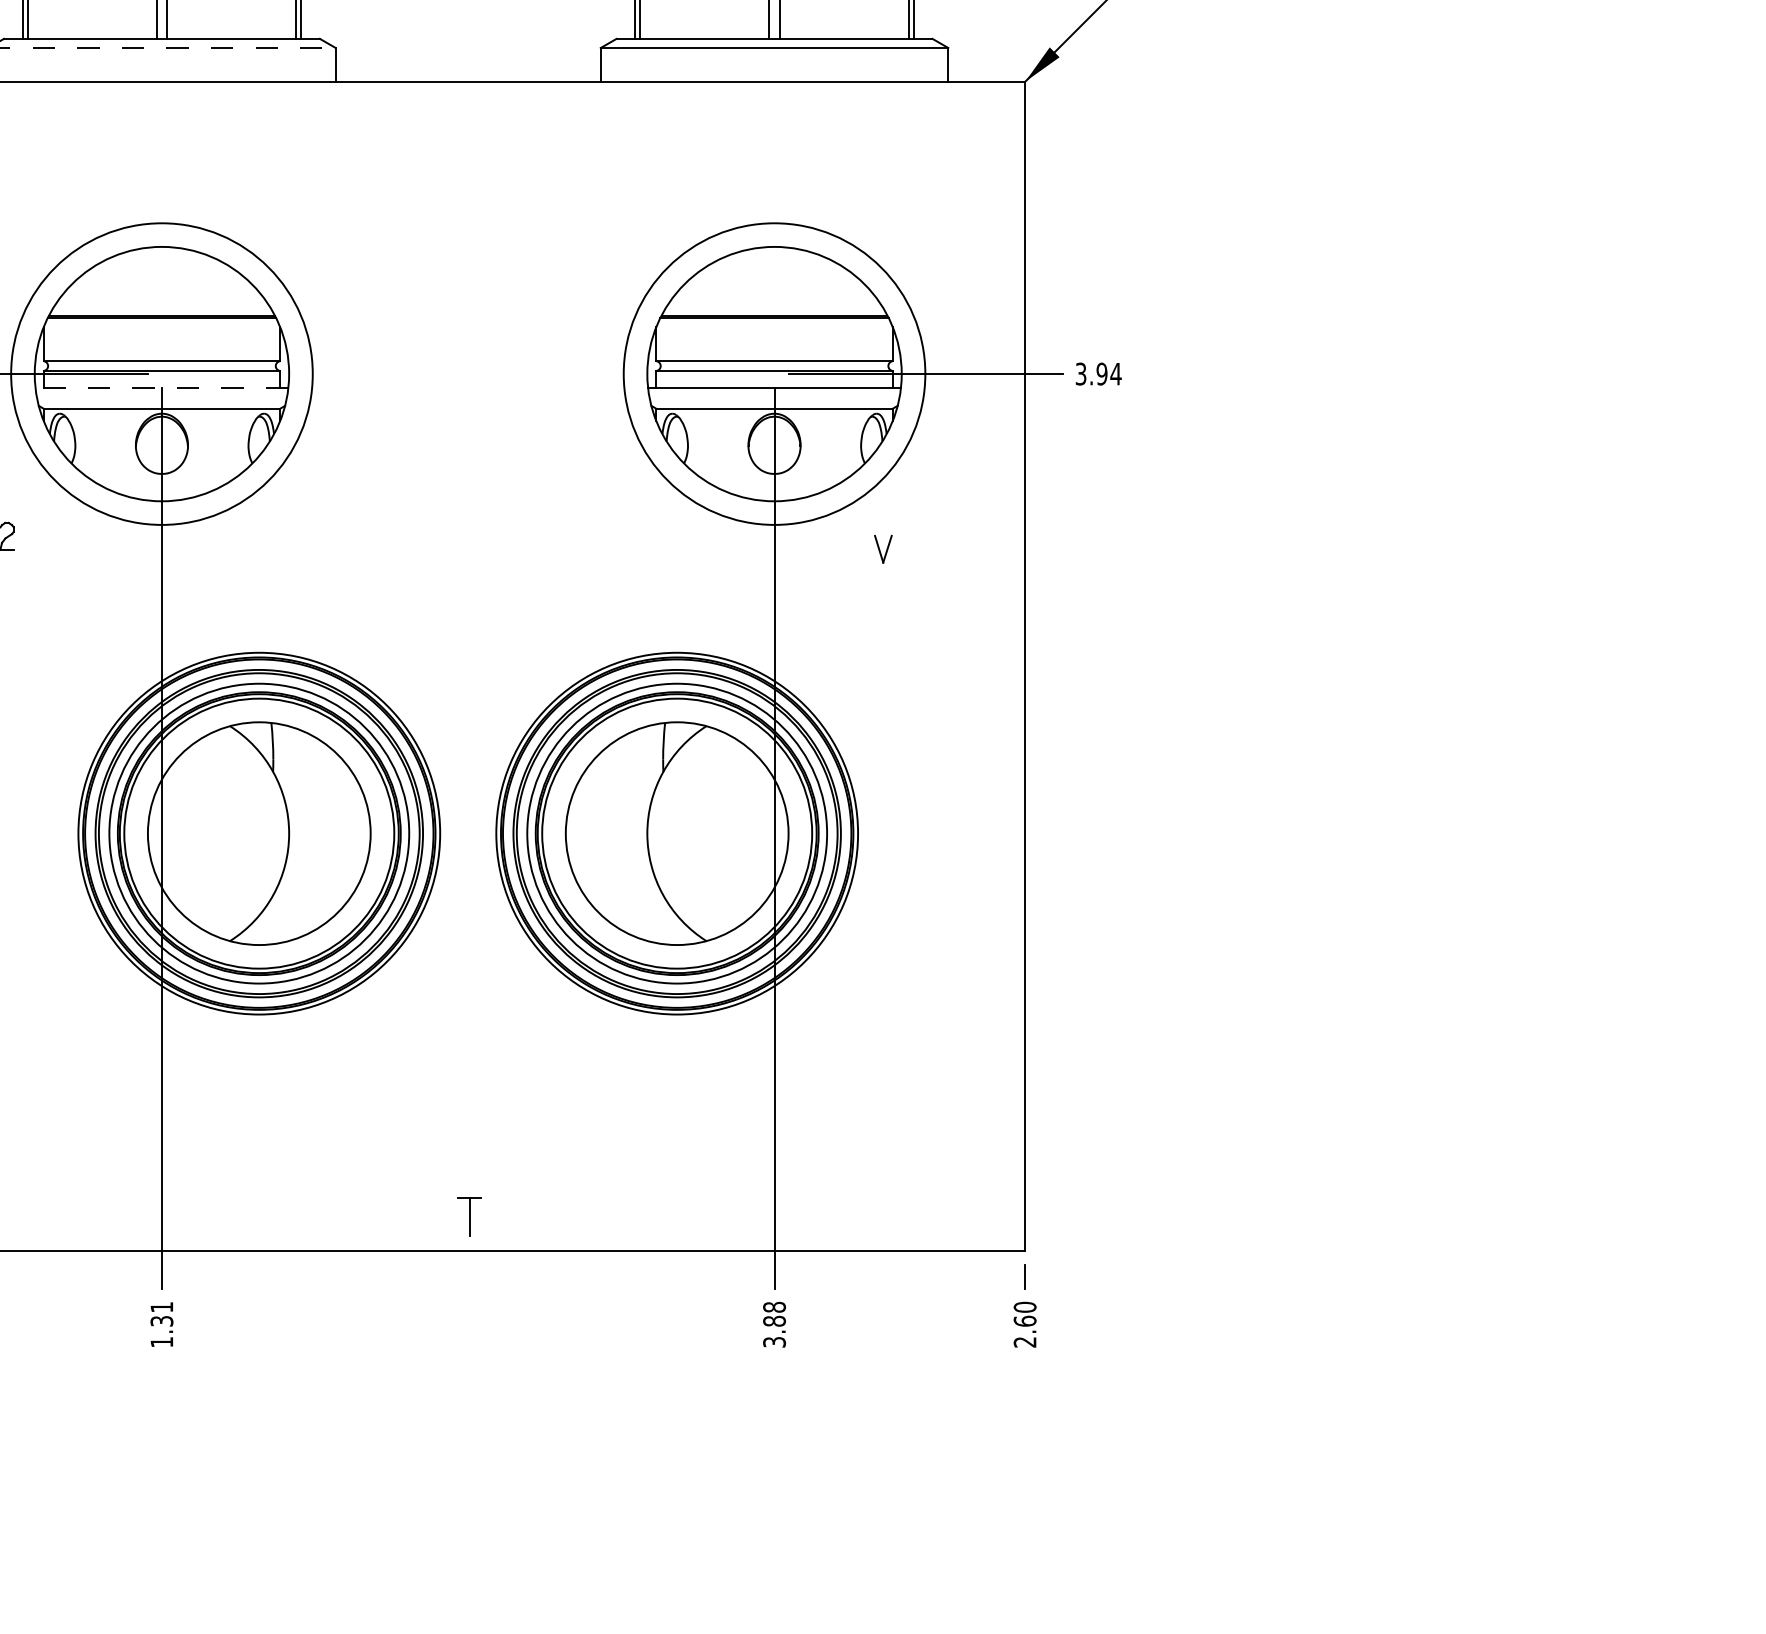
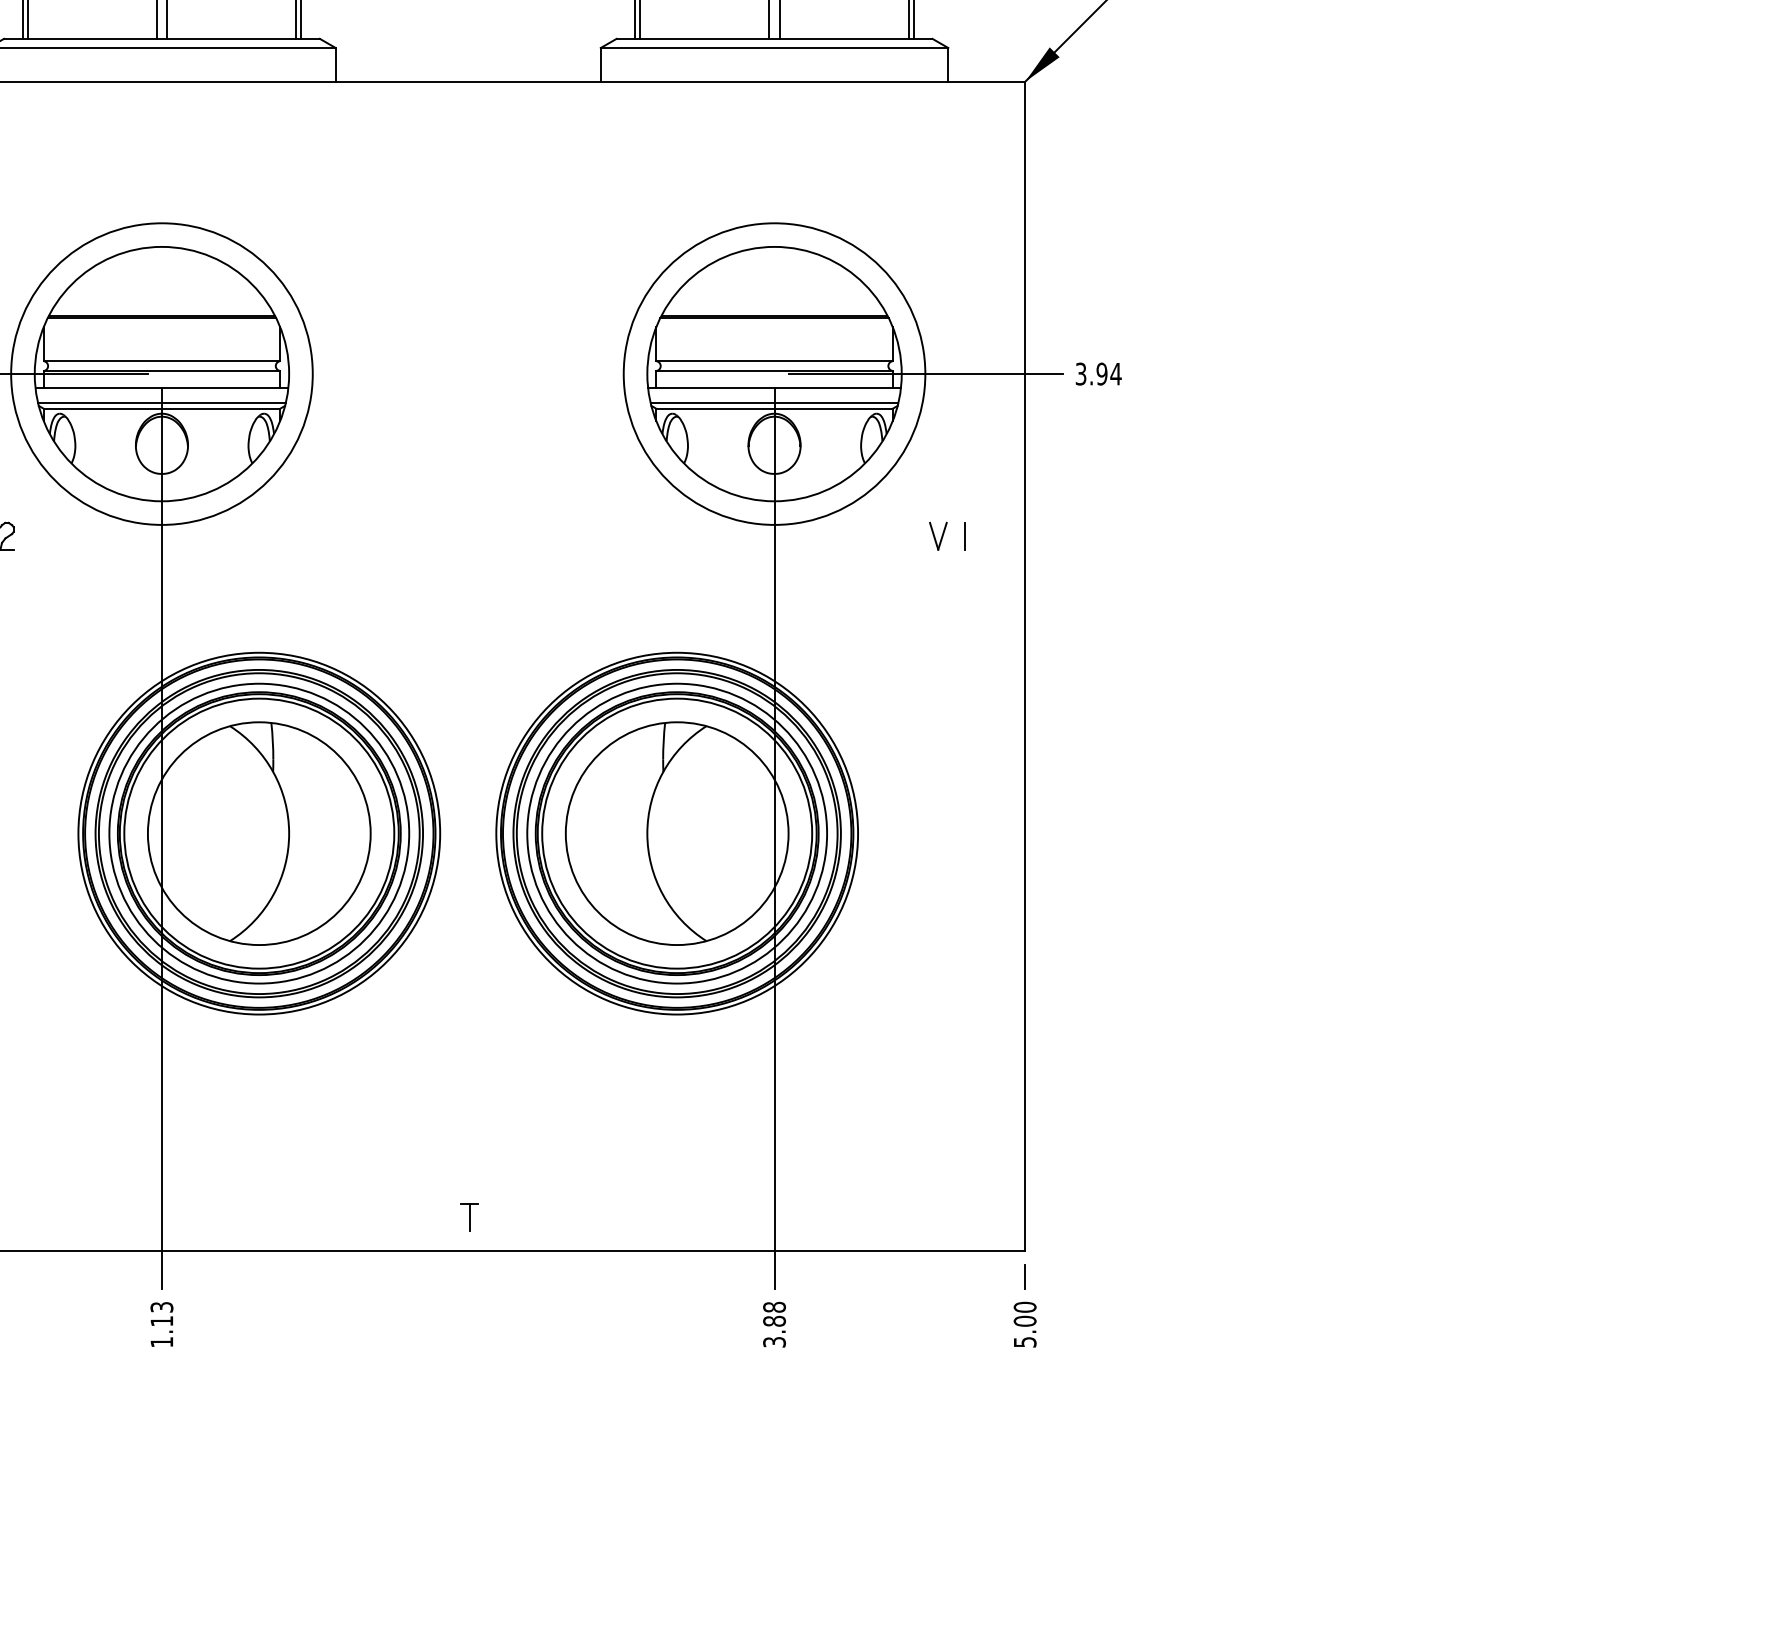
line at (167, 48): dashed -> solid
line at (161, 388): dashed -> solid
line at (161, 402): none -> present
line at (774, 402): none -> present
line at (964, 536): none -> present
part at (883, 548) position: (883, 548) -> (938, 535)
part at (469, 1216) size: 25x40 px -> 19x29 px
text at (161, 1314): 1.31 -> 1.13
text at (1024, 1331): 2.60 -> 5.00
